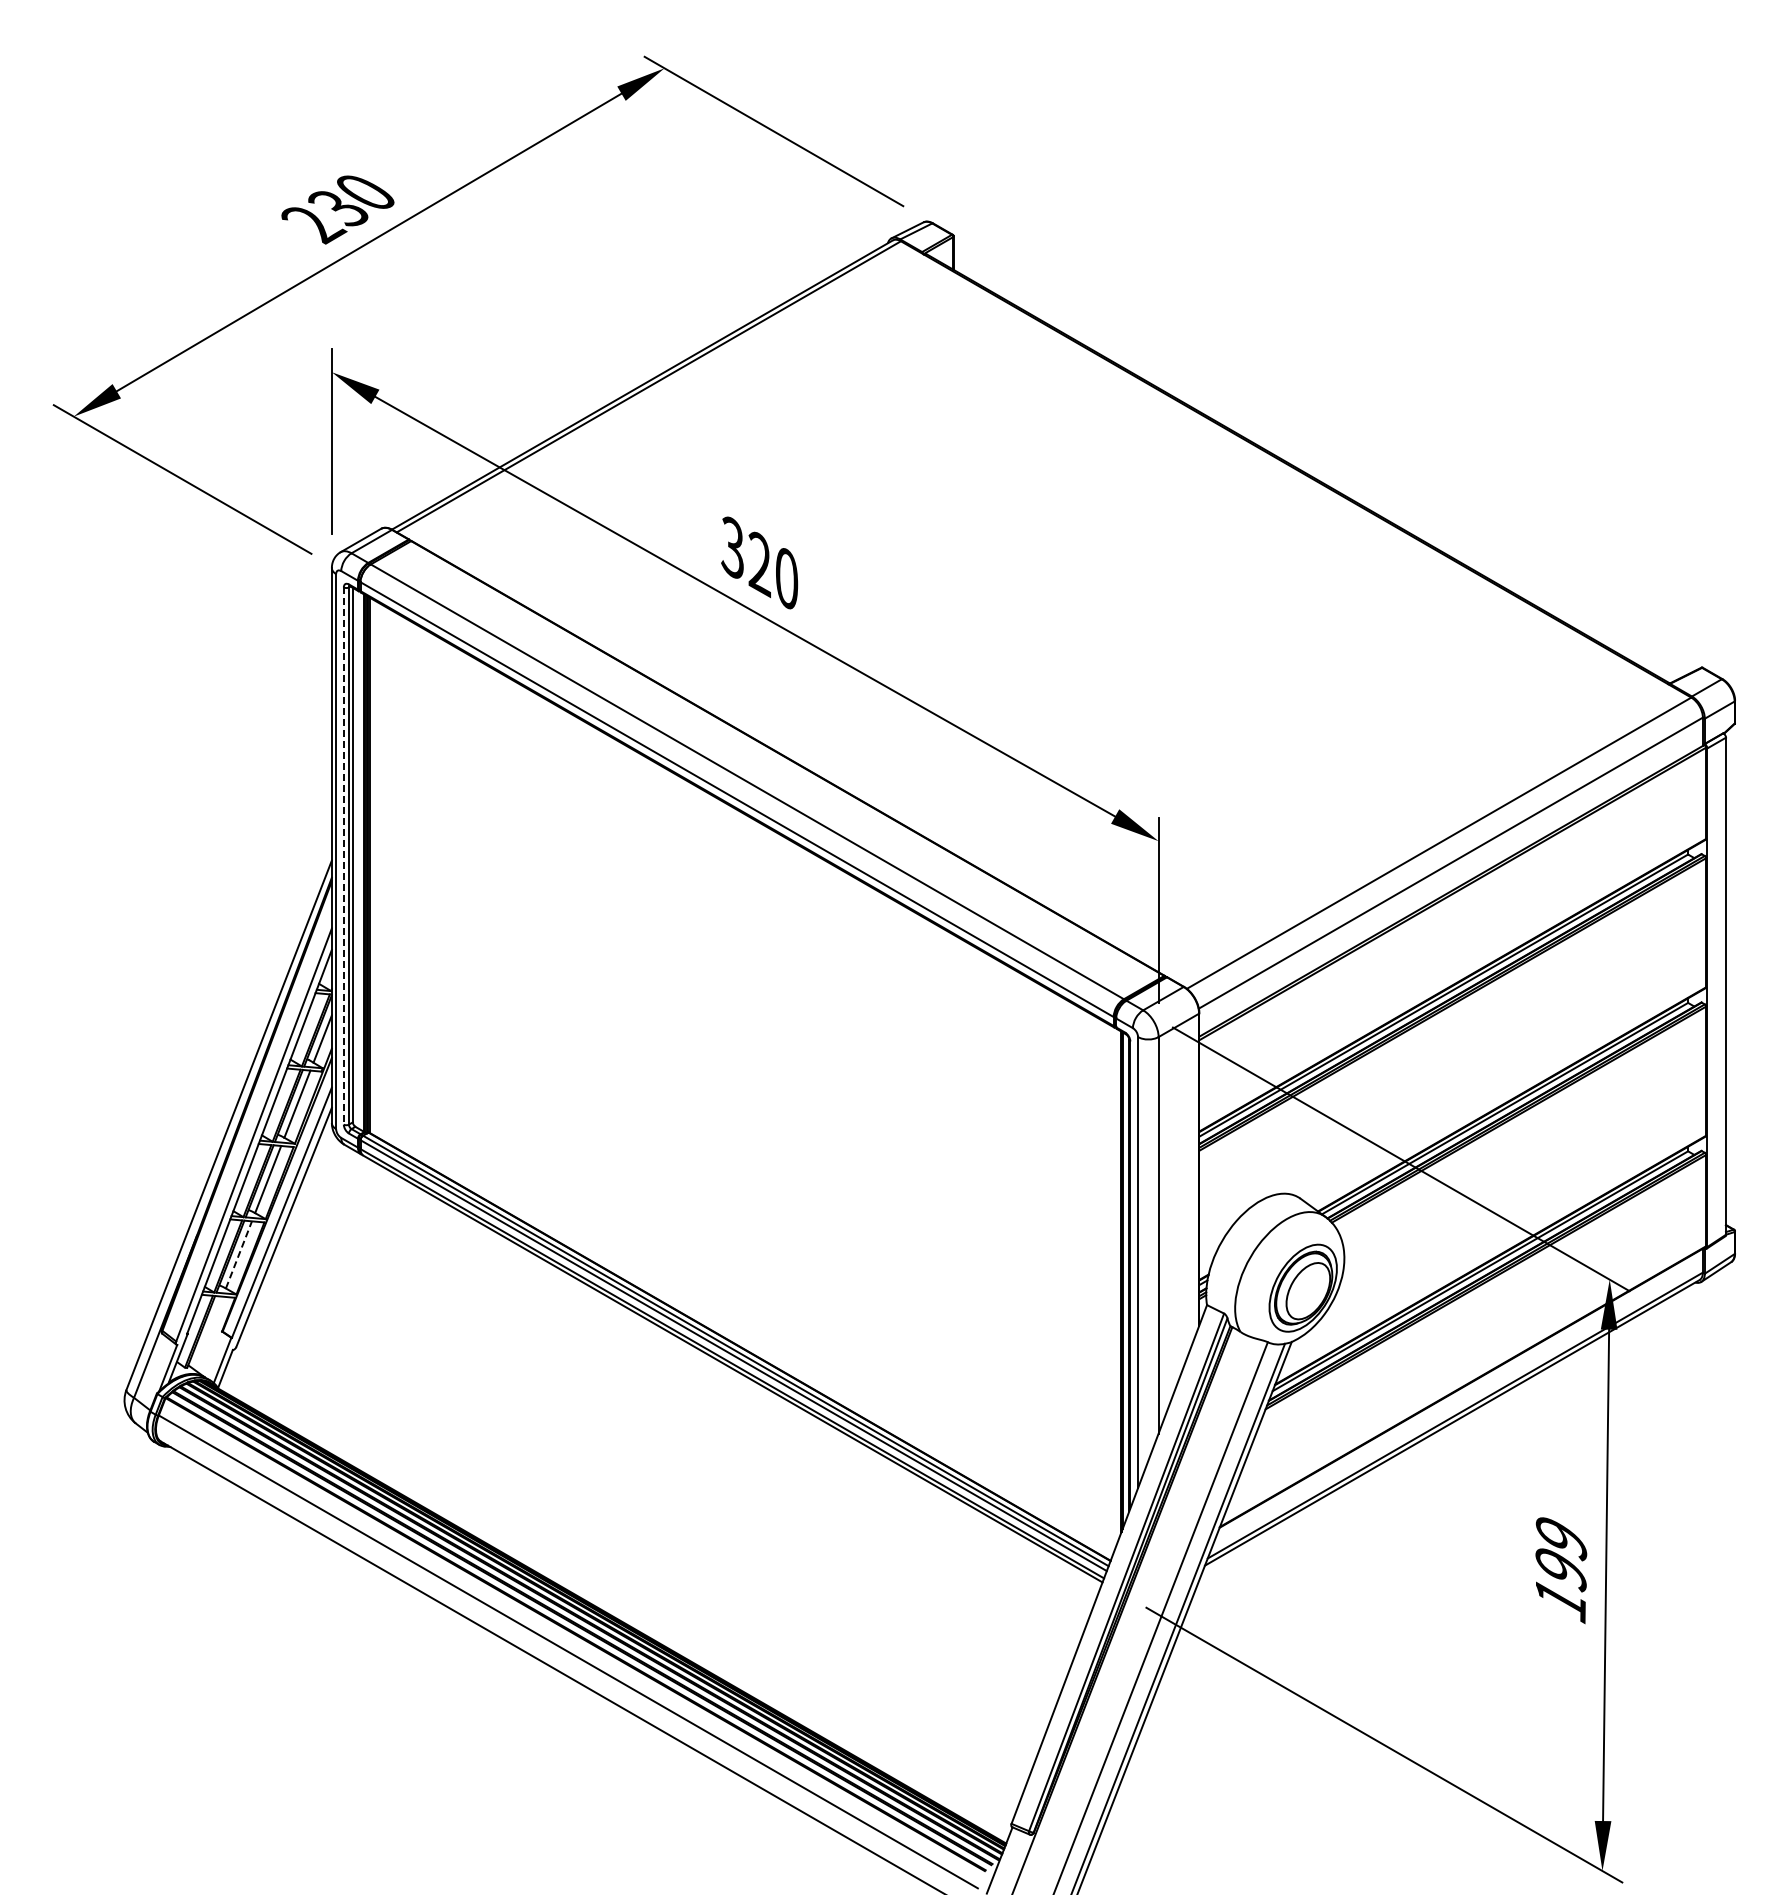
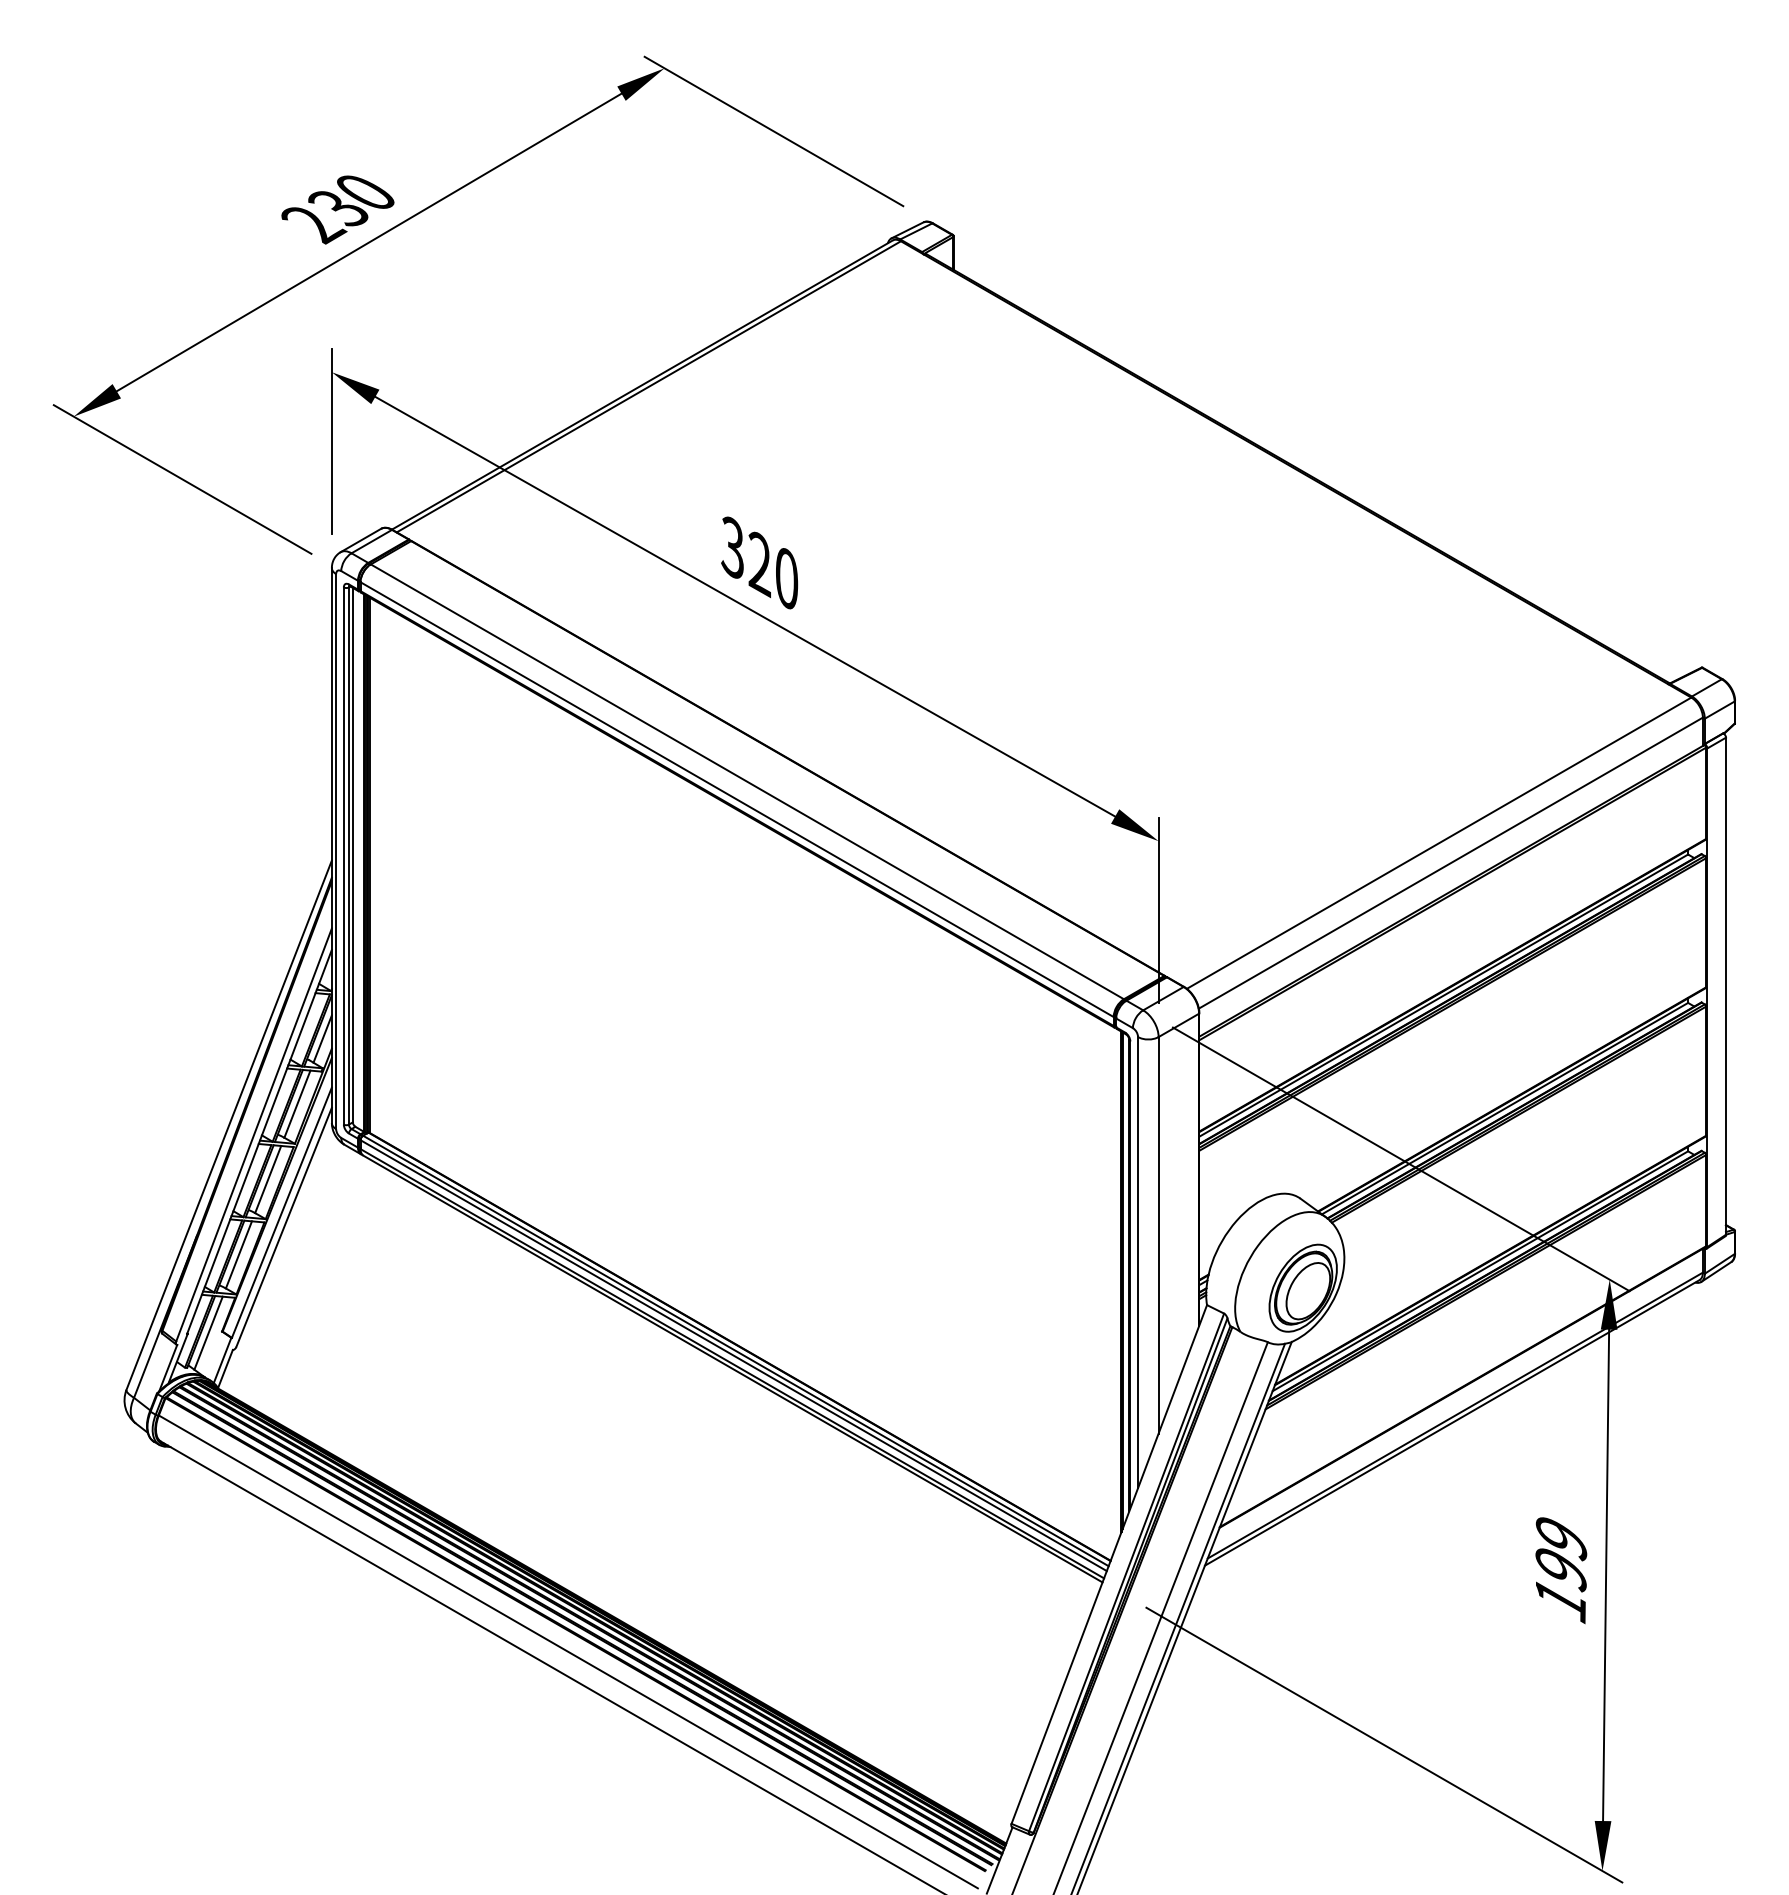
line at (343, 856): dashed -> solid
line at (239, 1254): dashed -> solid
line at (208, 1332): none -> present
